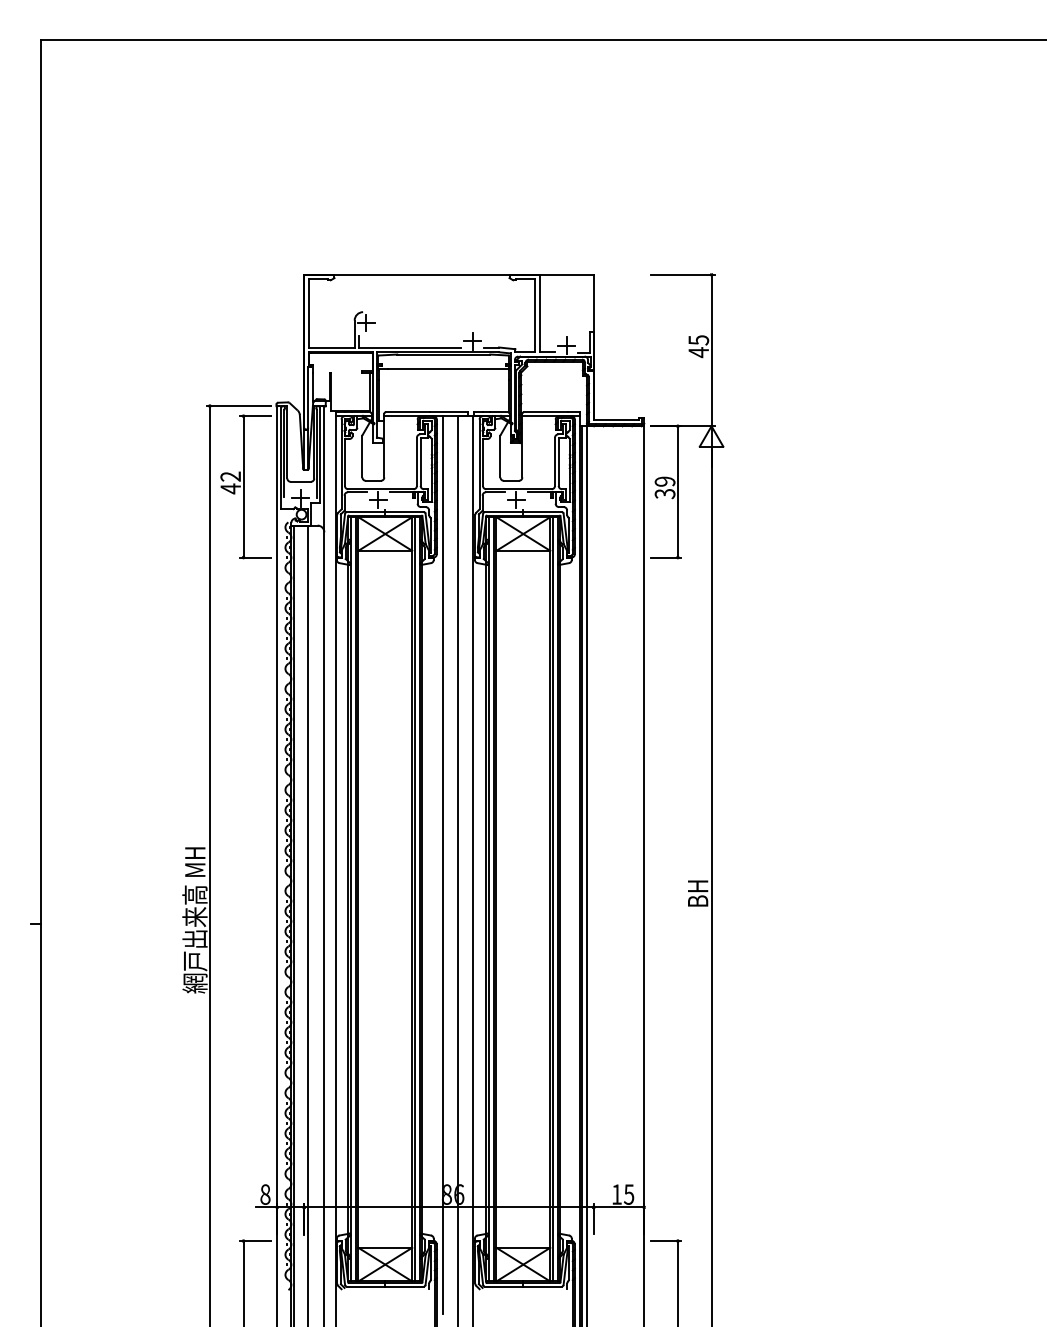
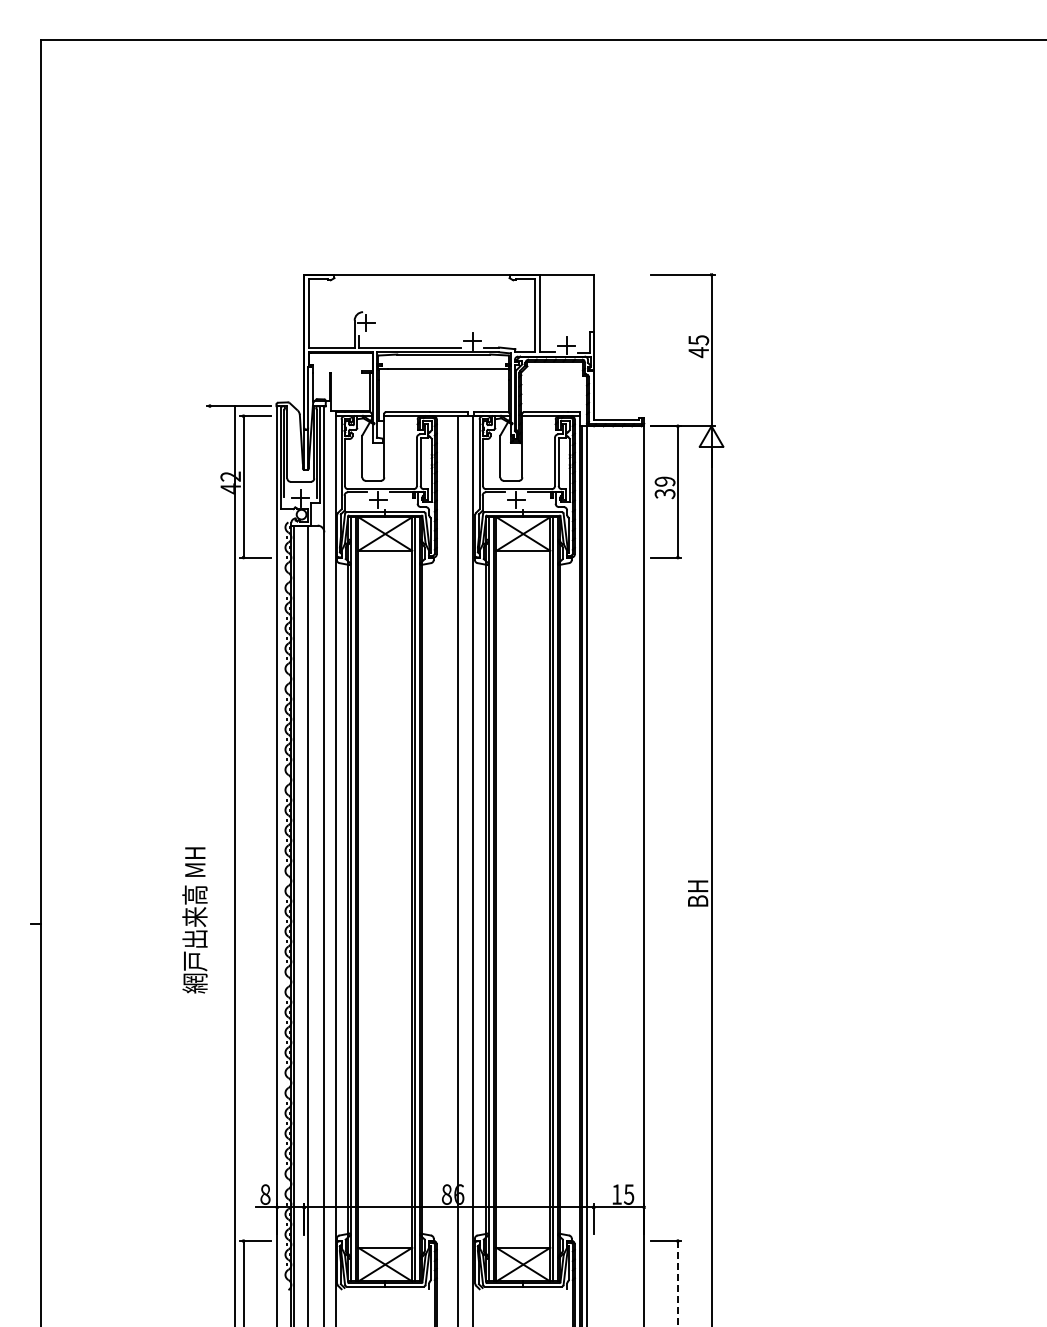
line at (209, 864) position: (209, 864) -> (234, 864)
line at (442, 865): present -> none
line at (677, 1284): solid -> dashed
